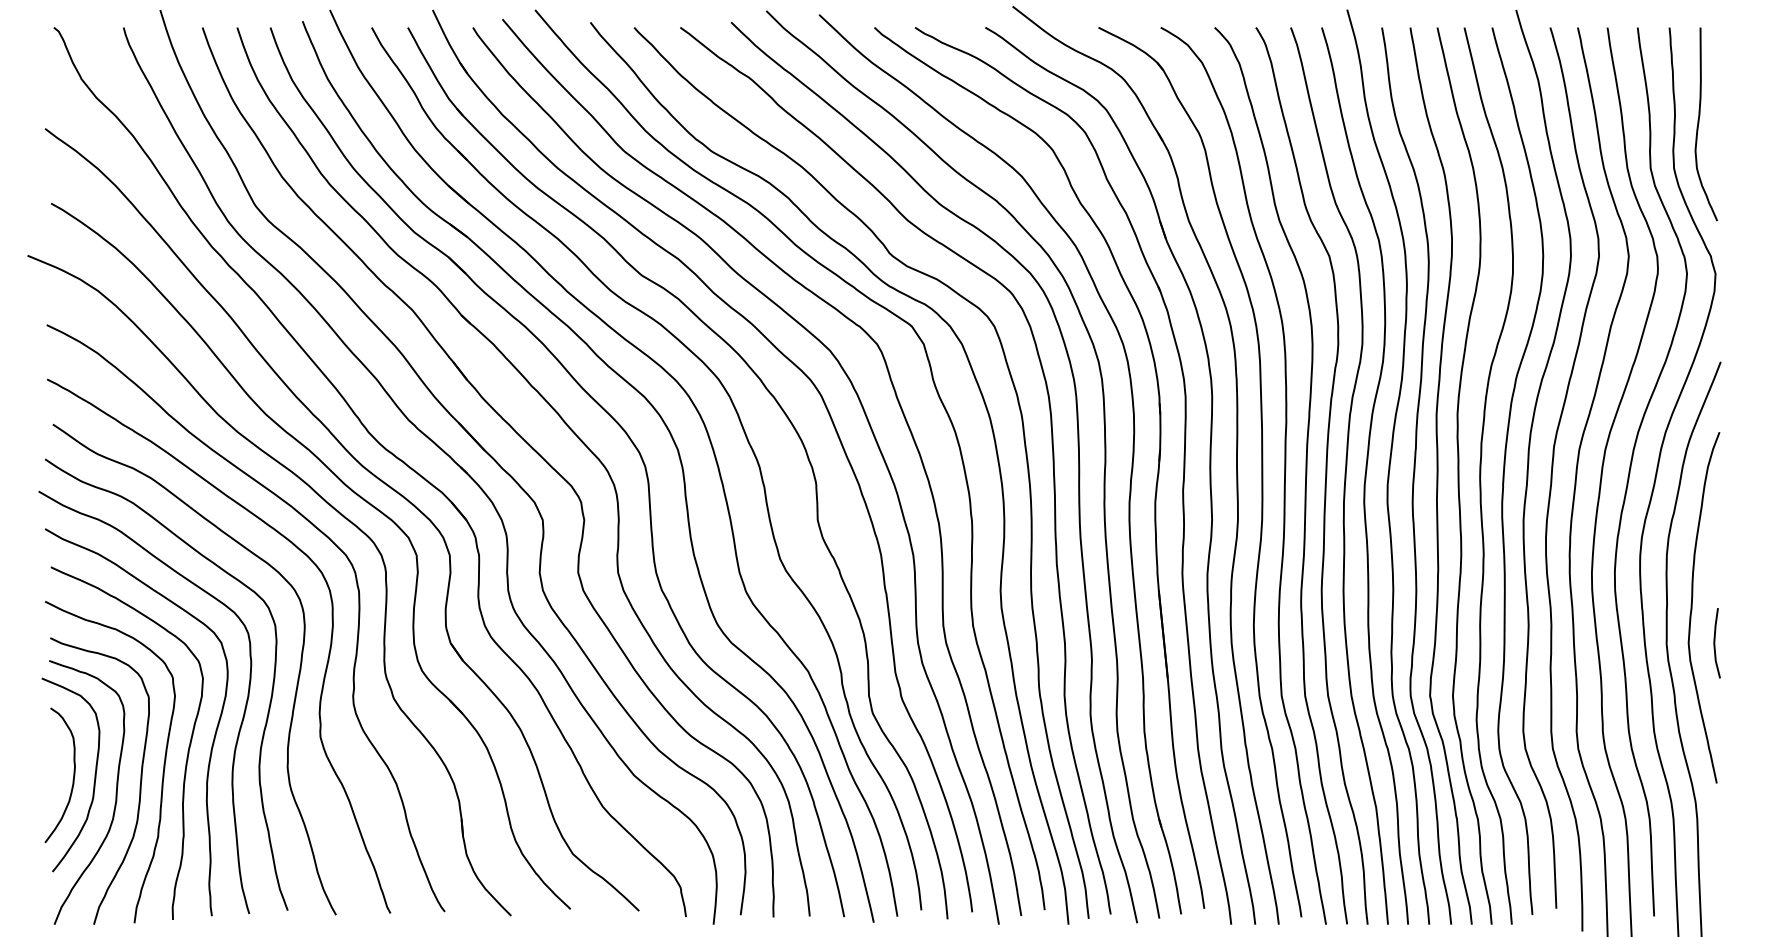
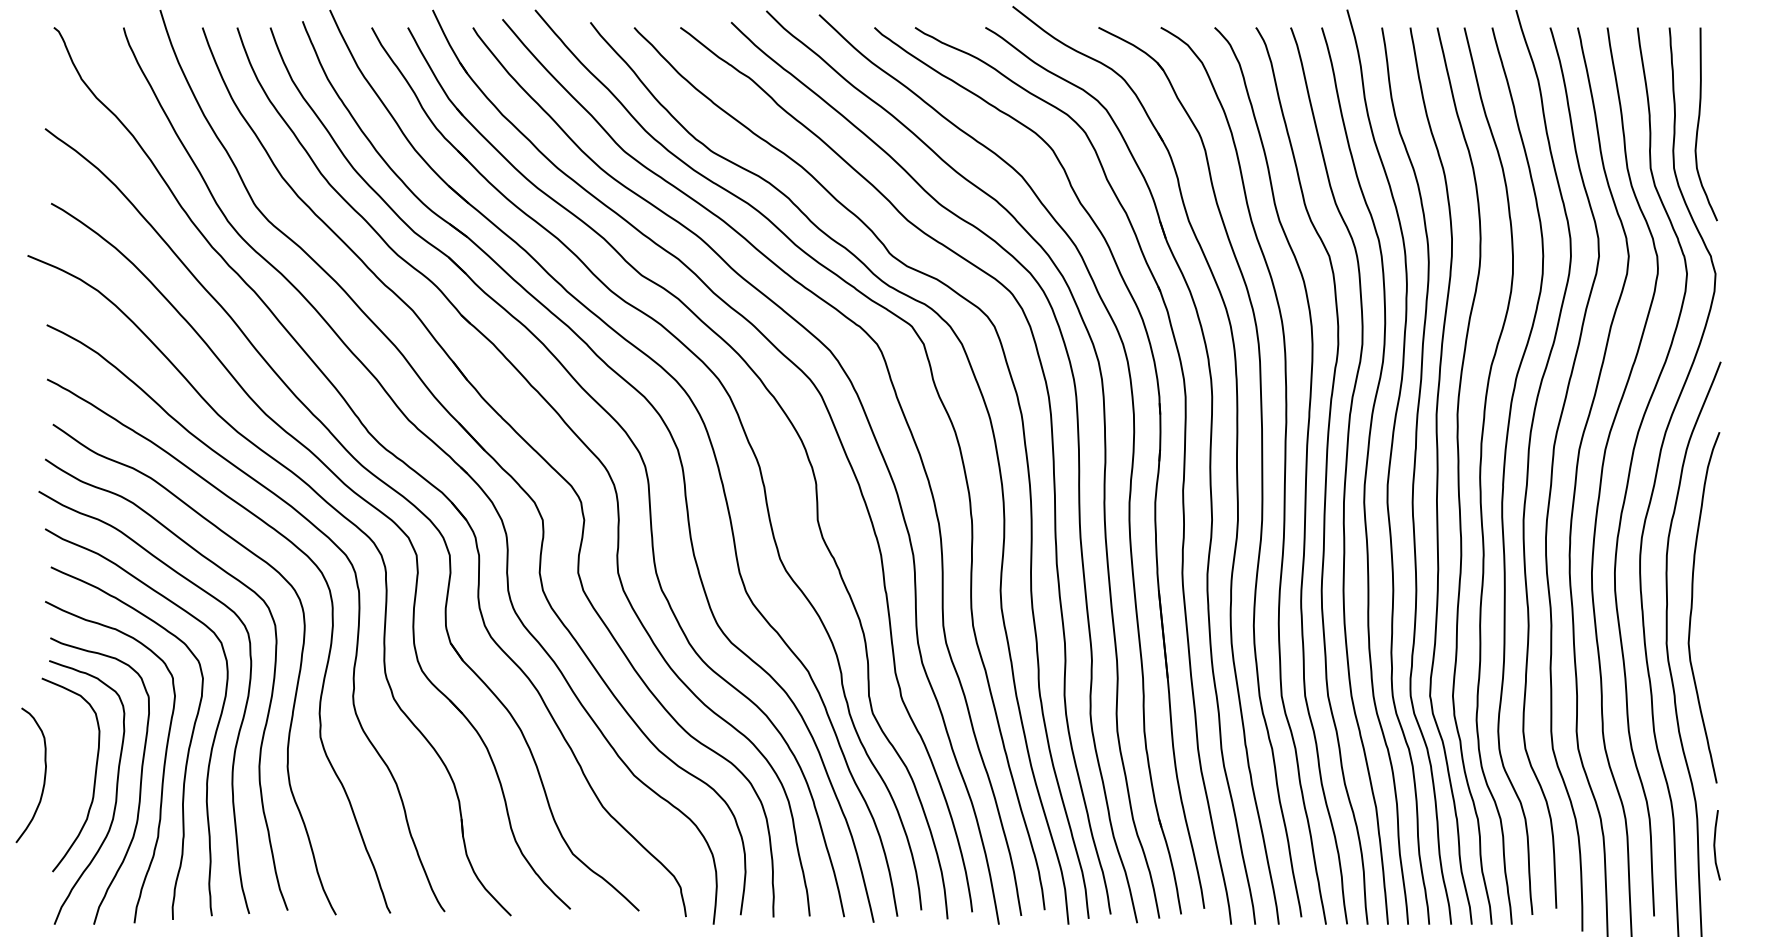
line at (1715, 643) position: (1715, 643) -> (1715, 845)
curve at (72, 779) position: (72, 779) -> (43, 779)
